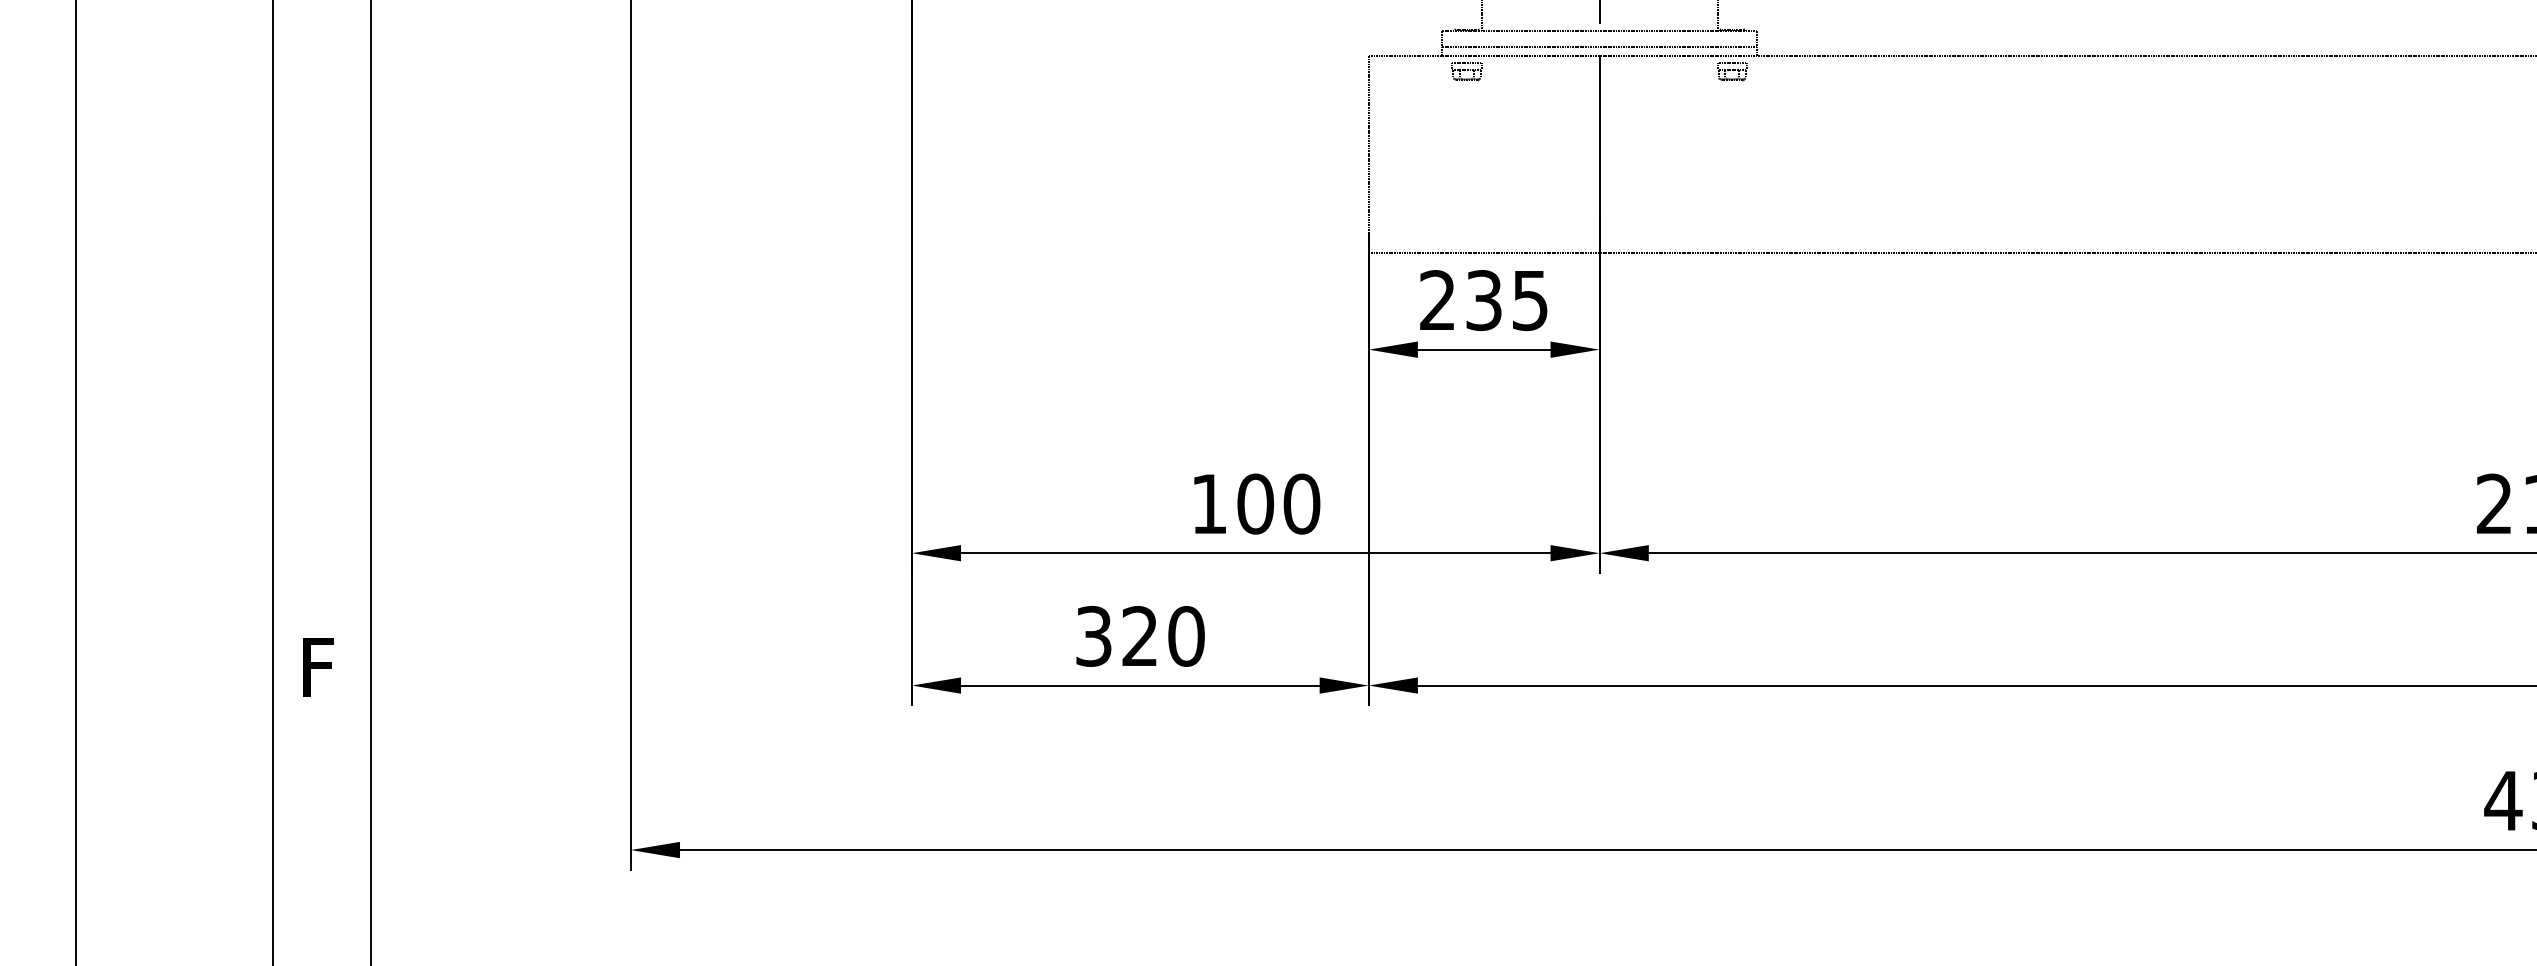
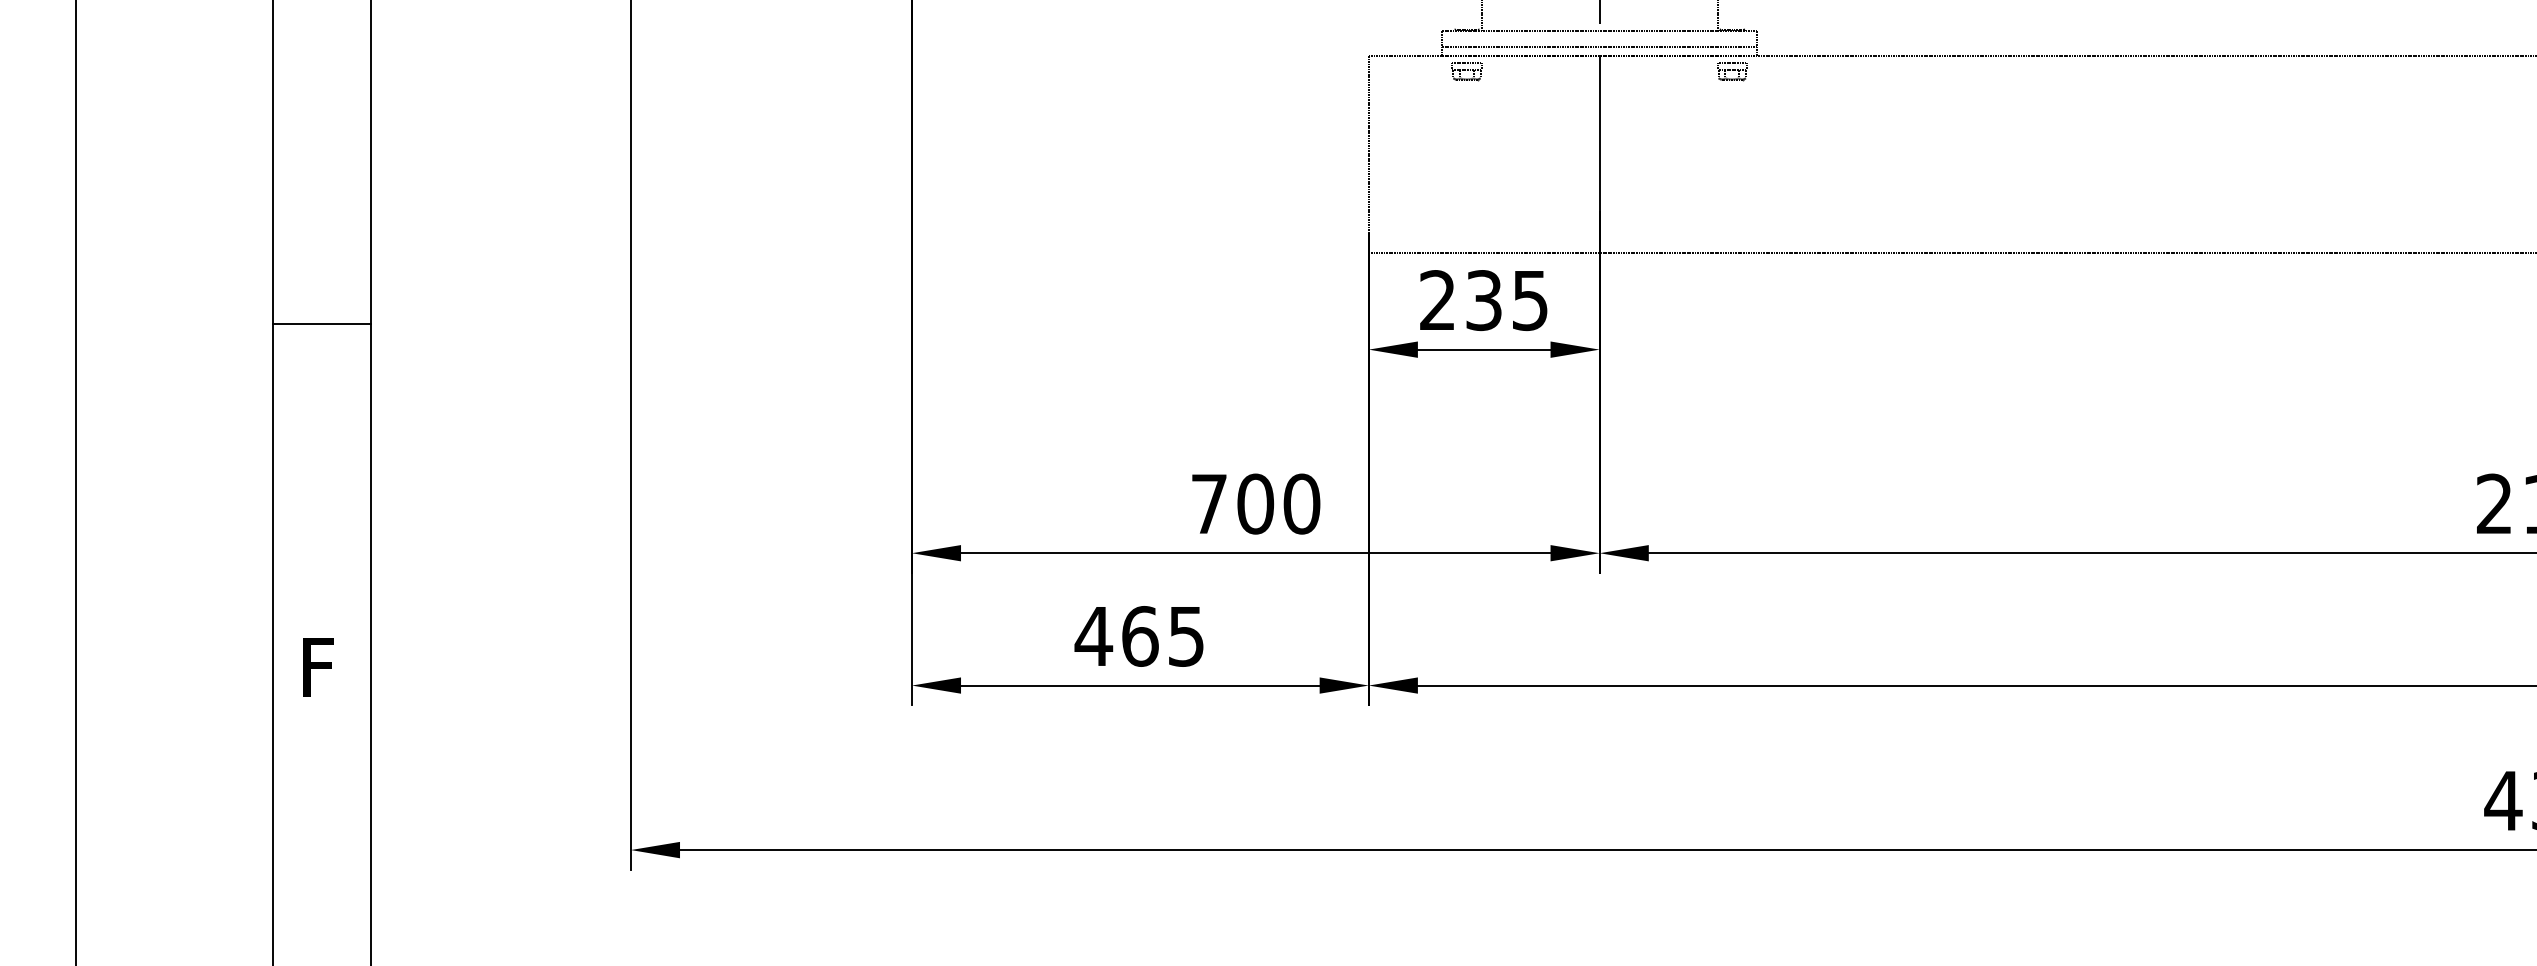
line at (321, 324): none -> present
text at (1209, 503): 100 -> 700
text at (1139, 636): 320 -> 465
